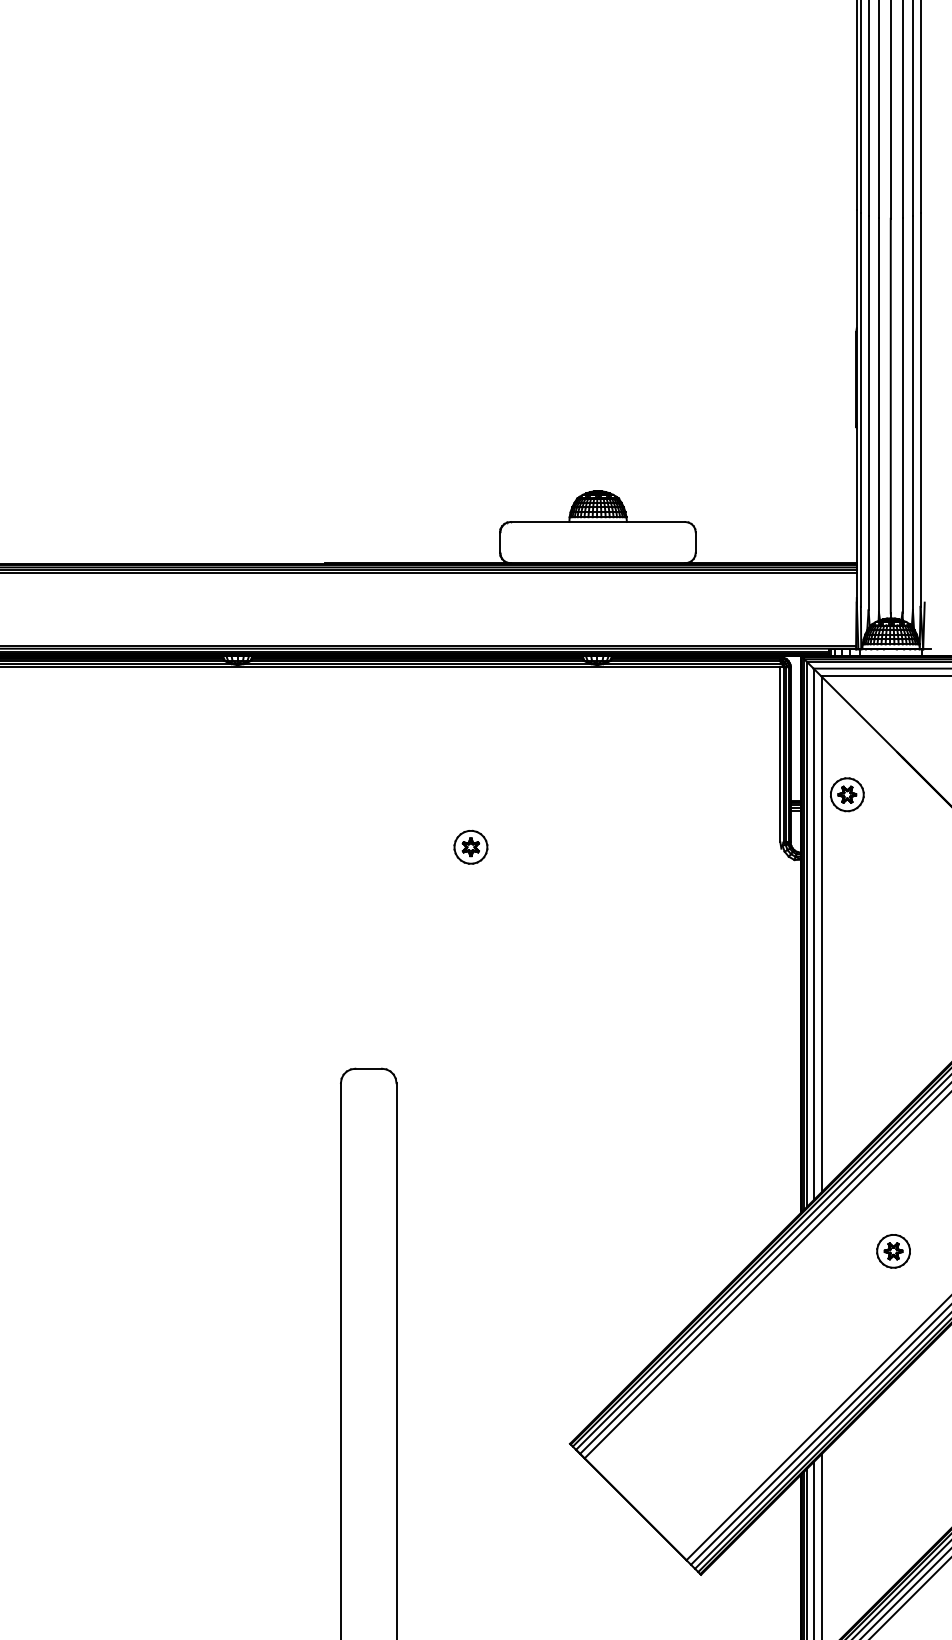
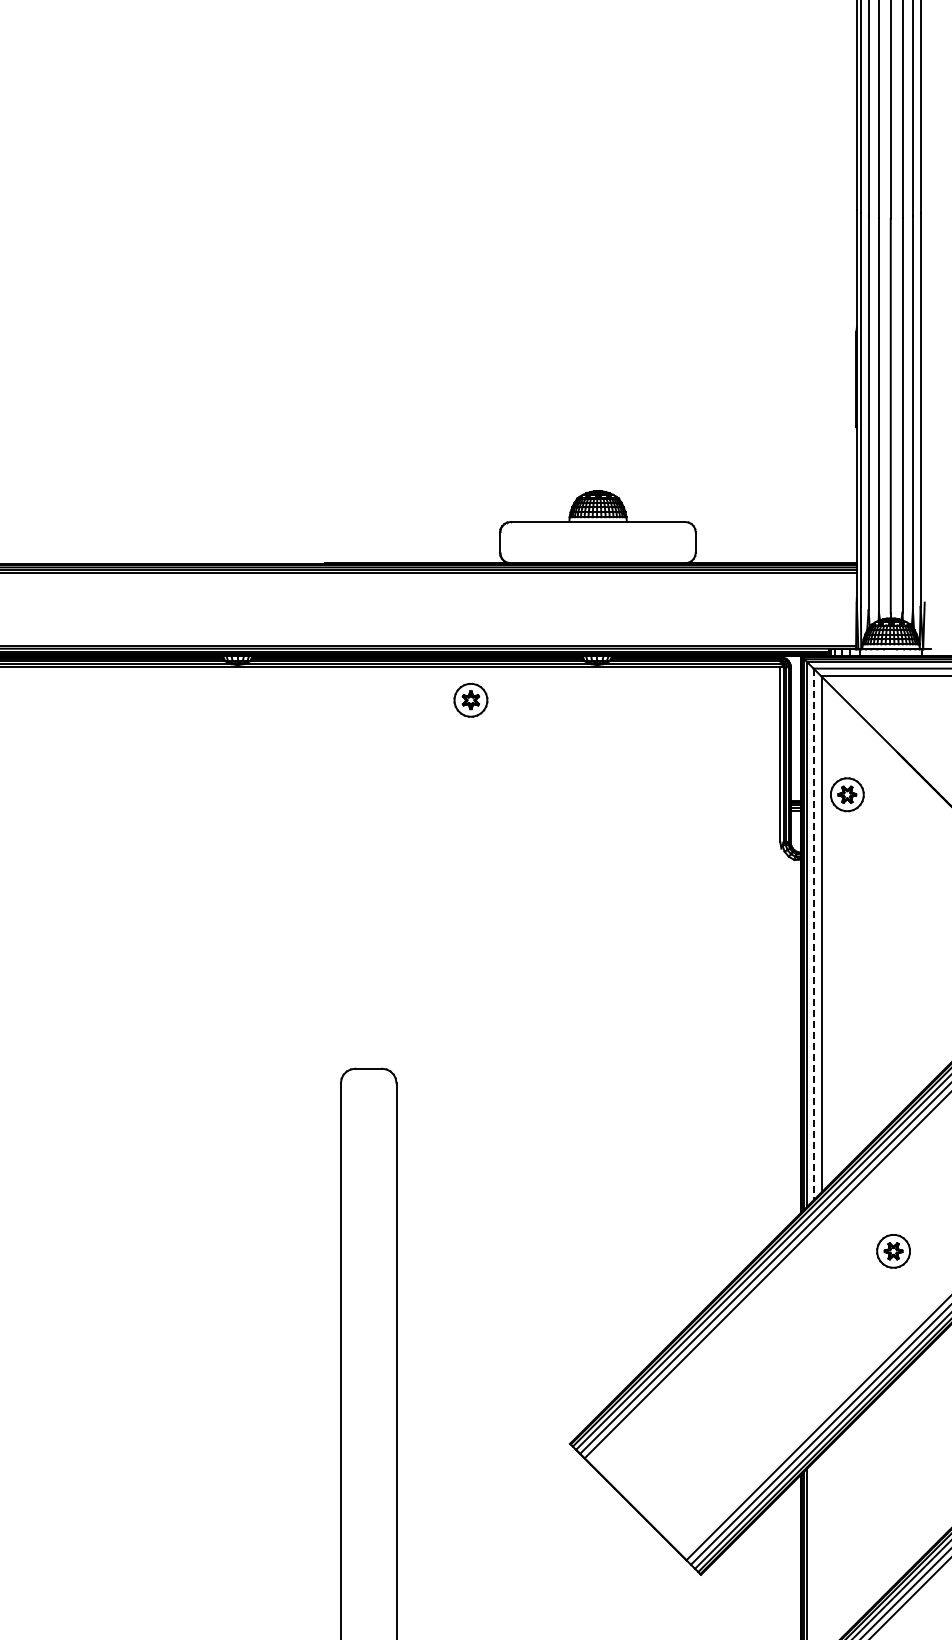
part at (470, 846) position: (470, 846) -> (470, 699)
line at (813, 934): solid -> dashed
line at (821, 1545): present -> none
line at (813, 1549): present -> none
